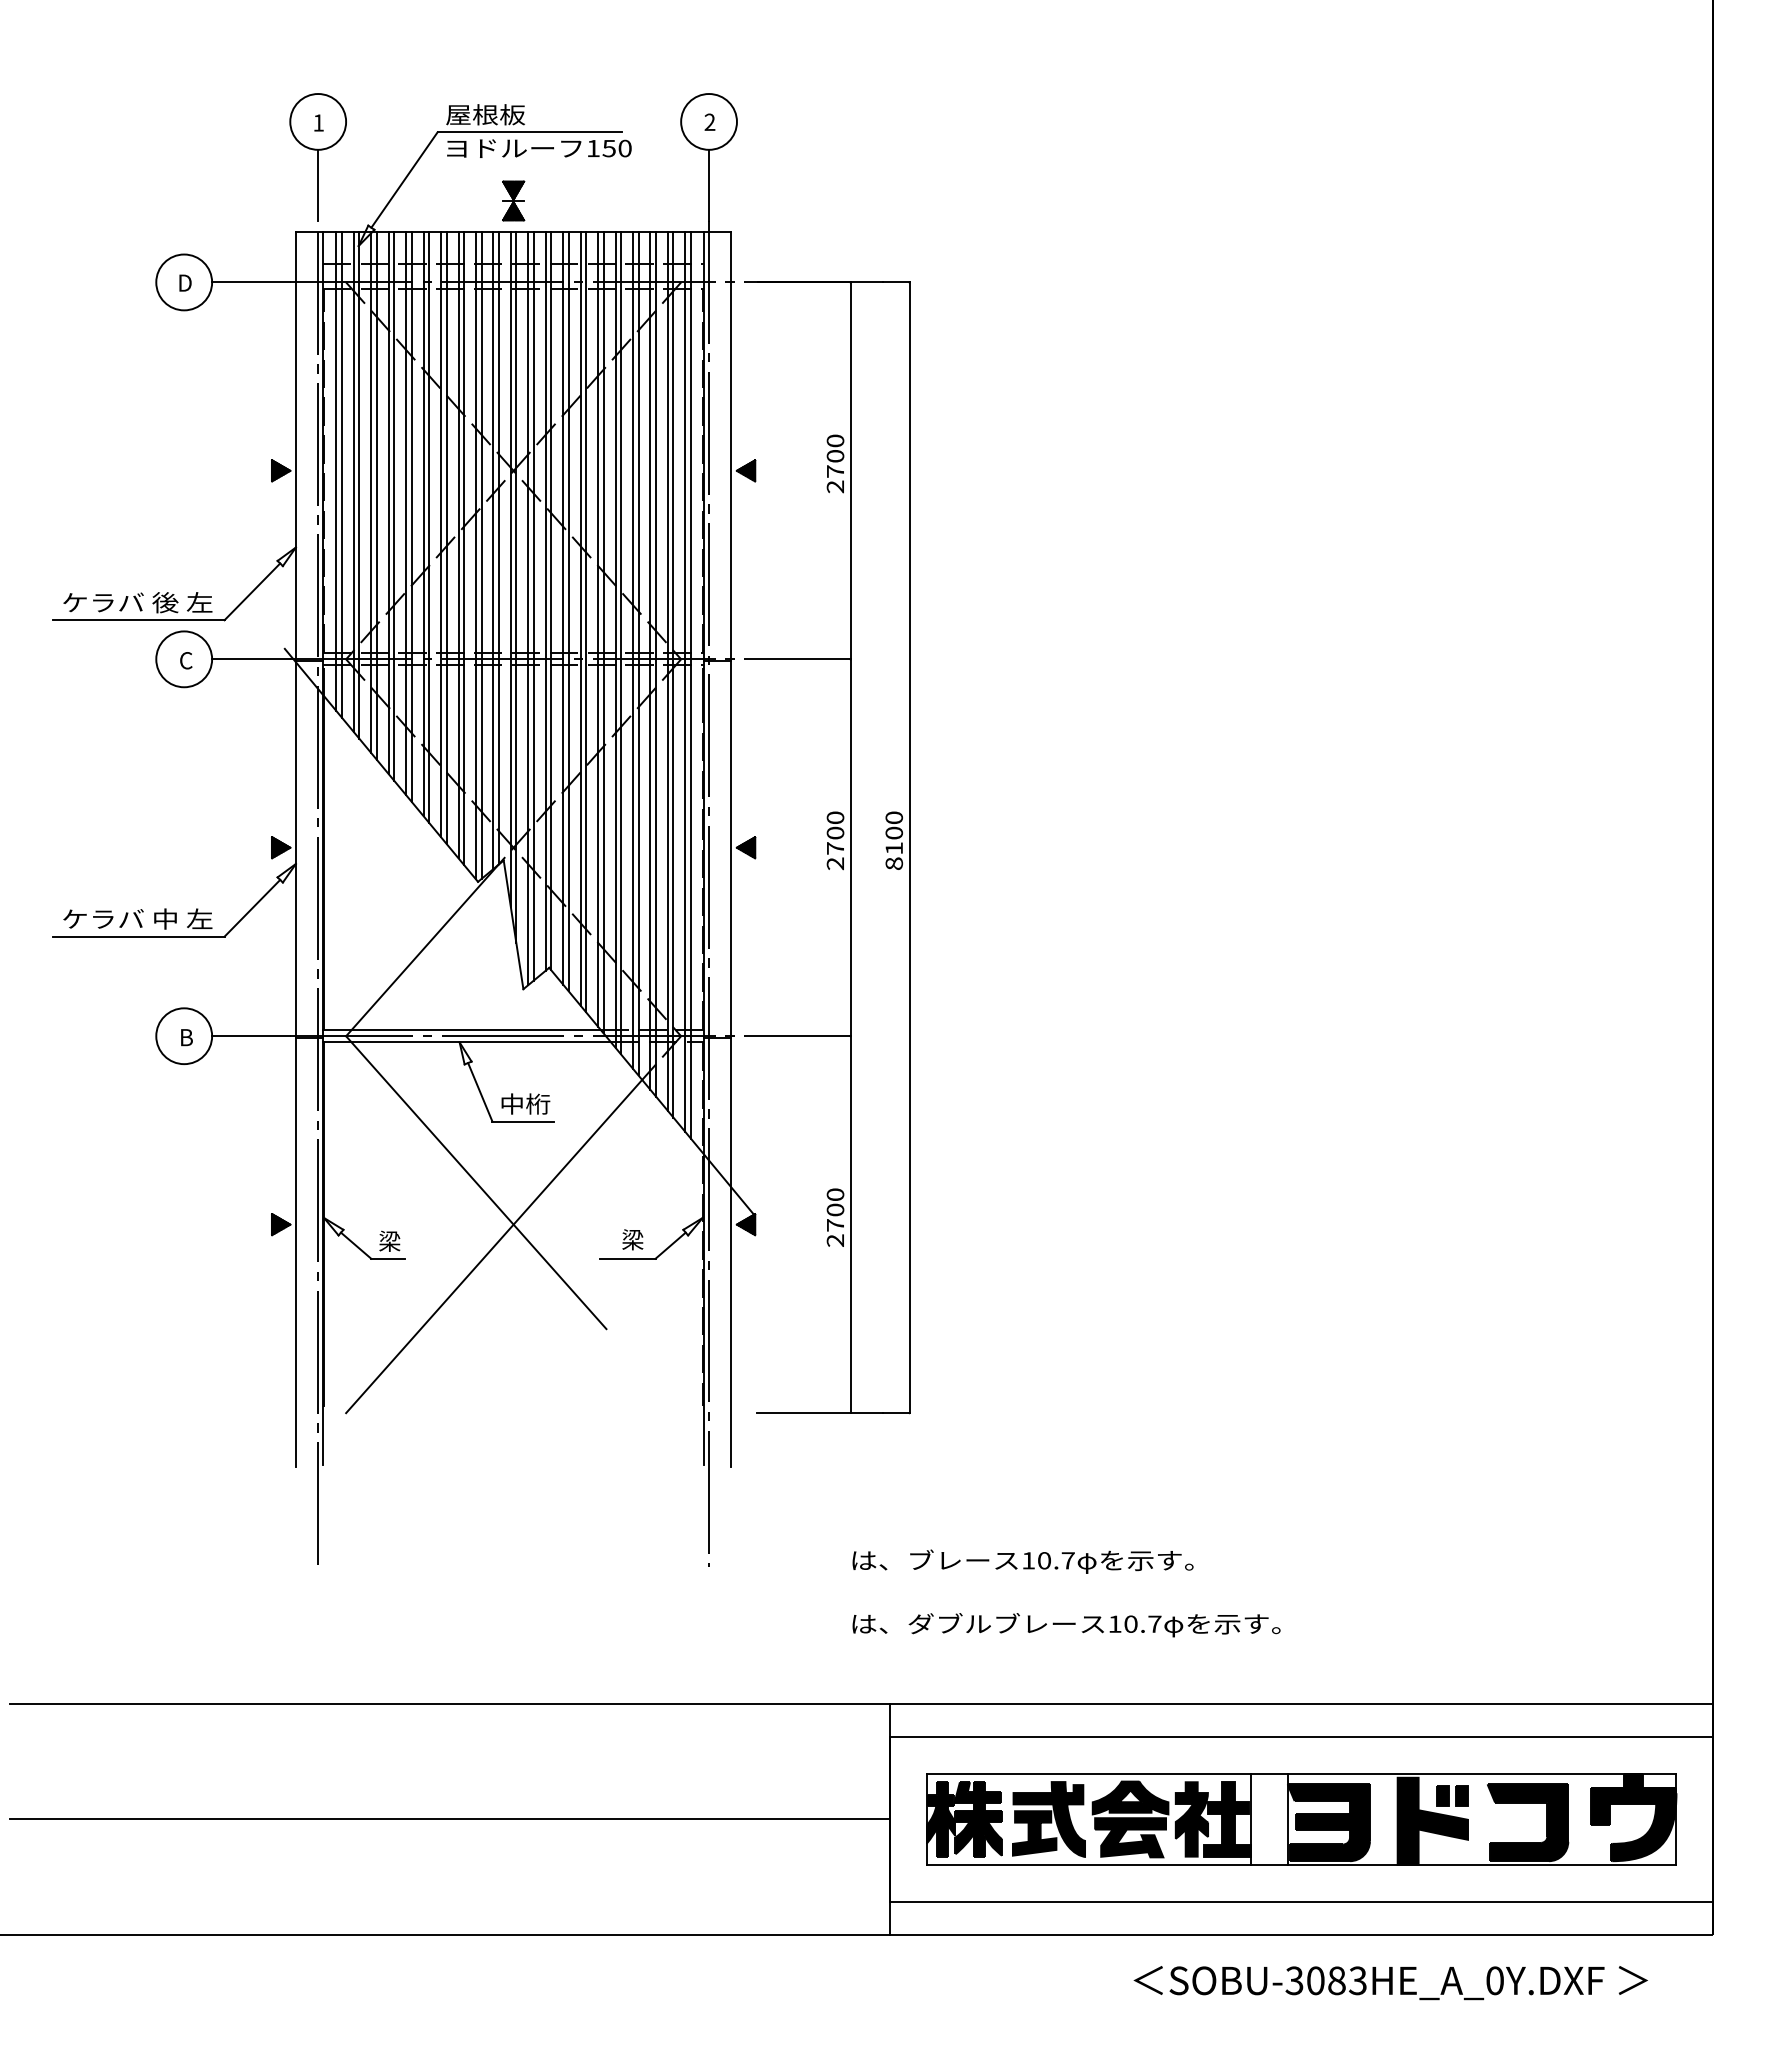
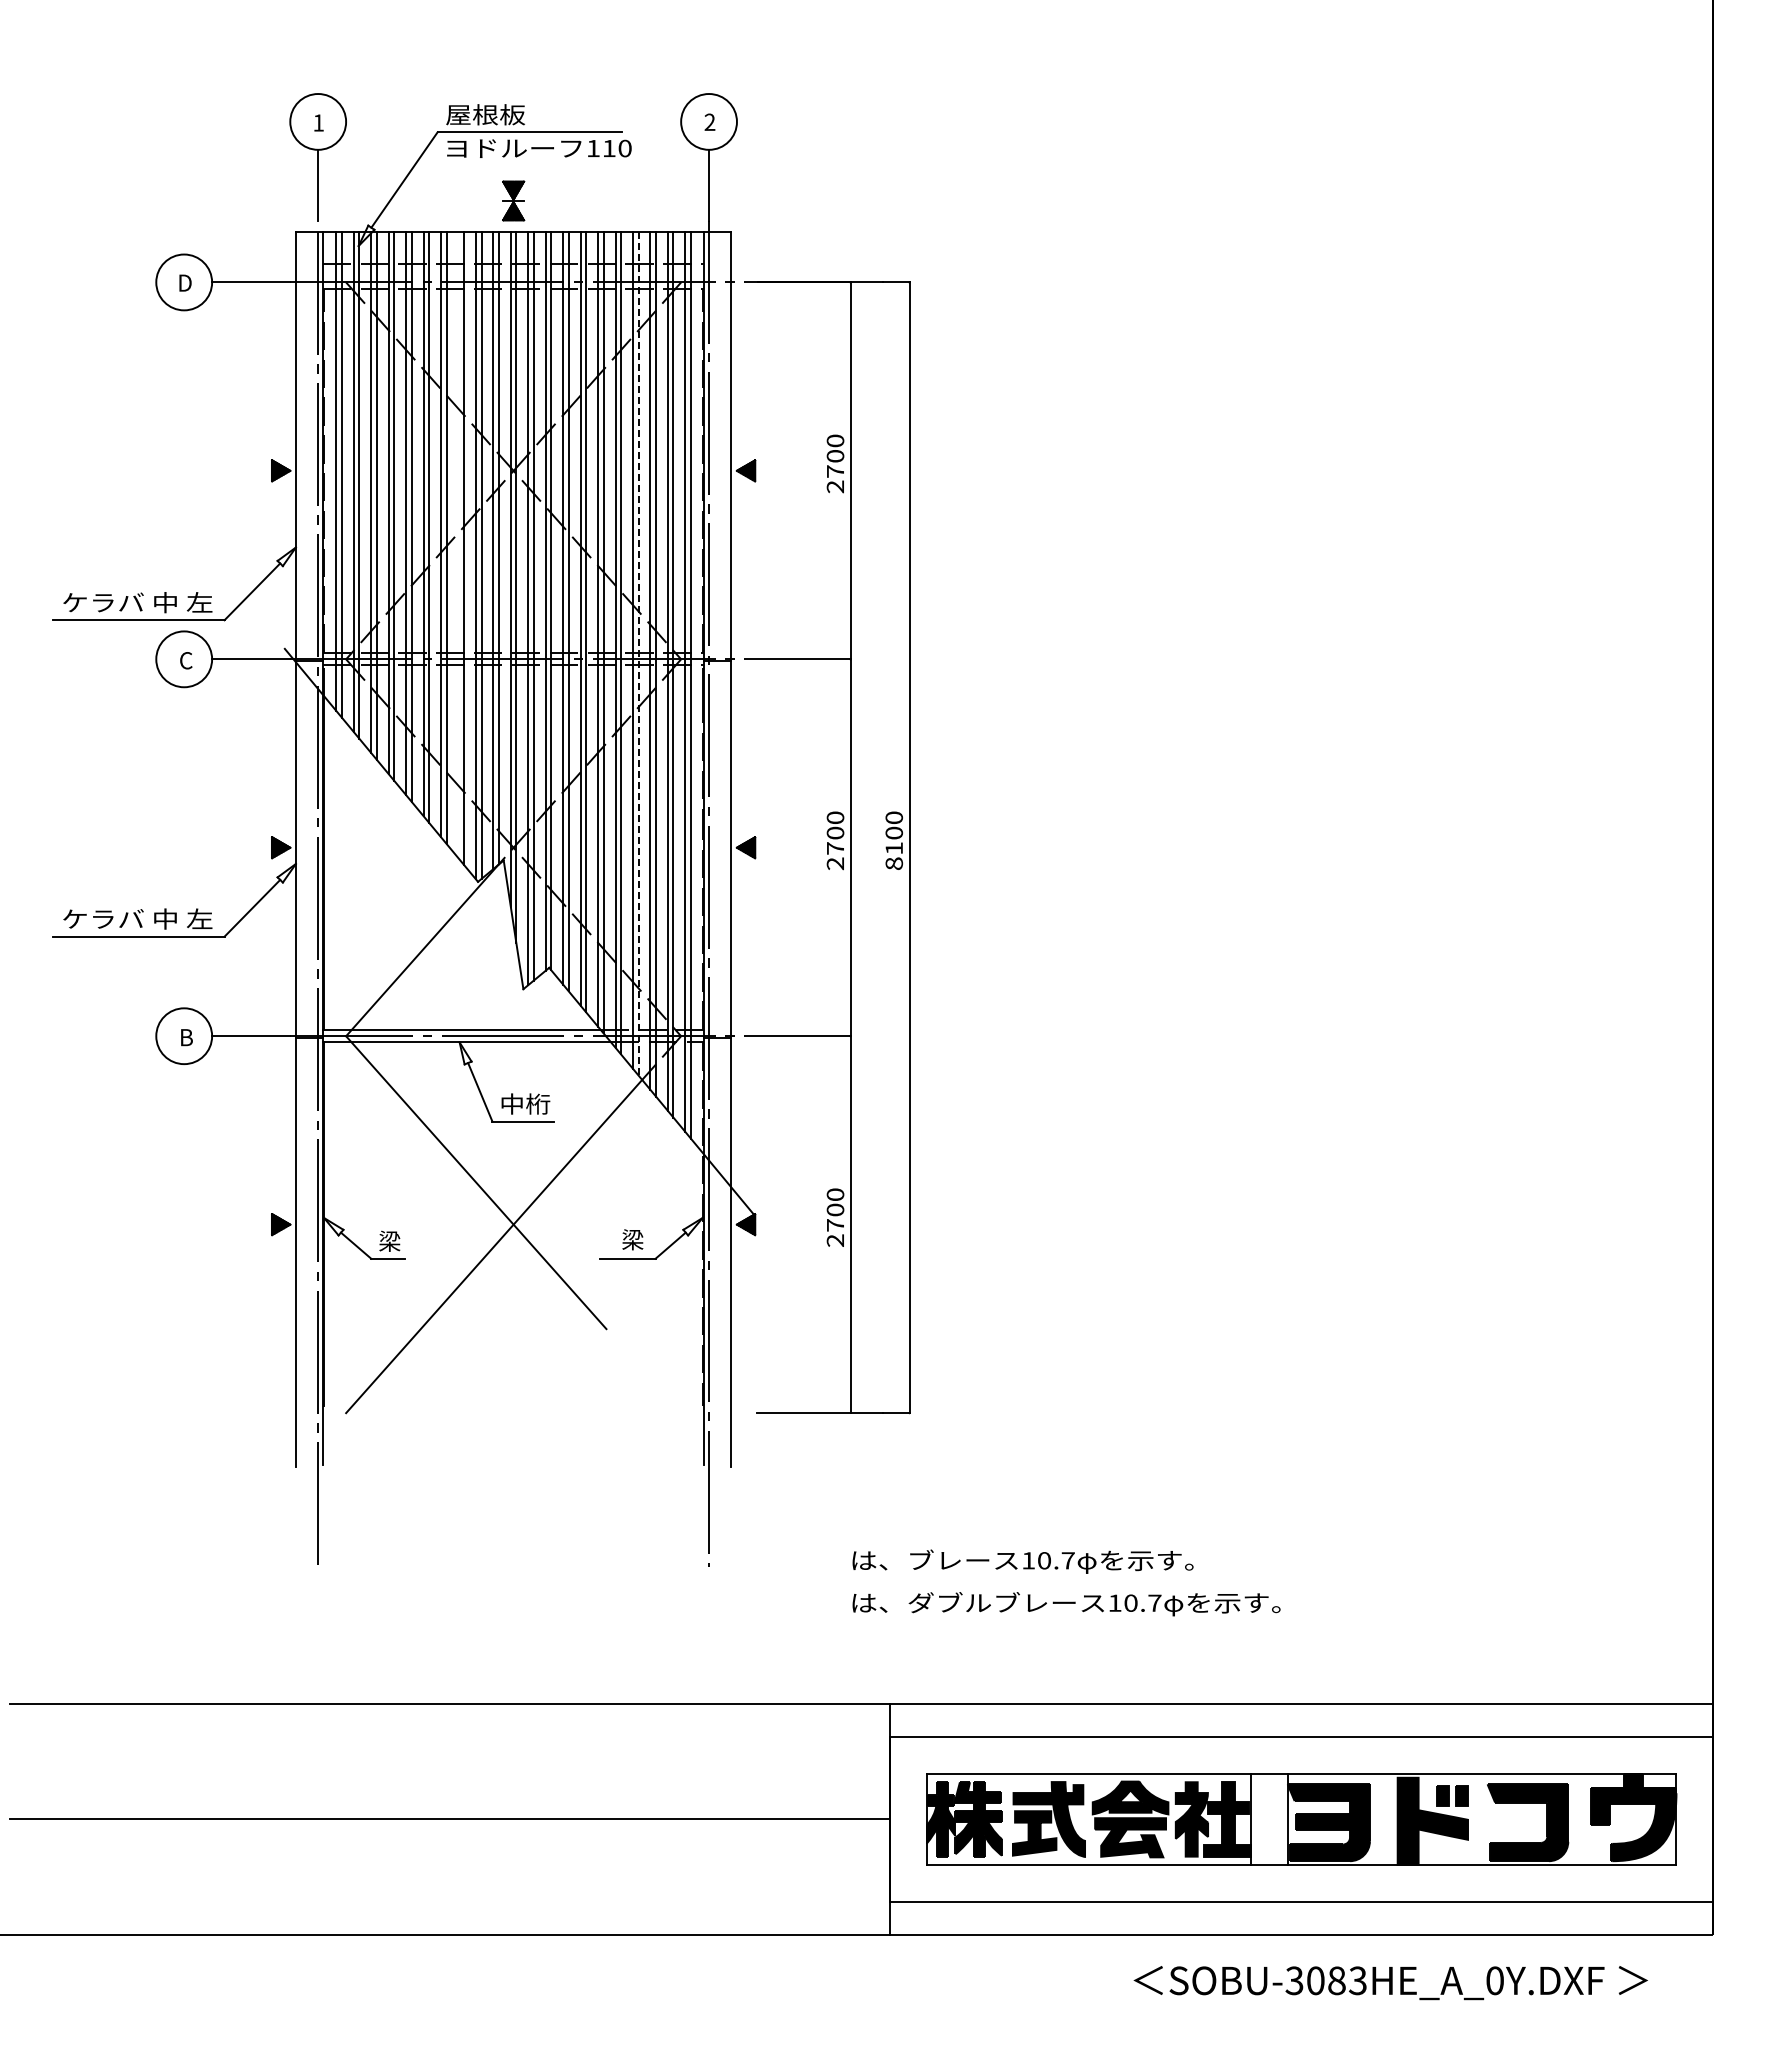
text at (608, 148): 150 -> 110
line at (458, 544): present -> none
text at (165, 602): ケラバ 後 左 -> ケラバ 中 左
line at (638, 653): solid -> dashed
text at (1066, 1625) position: (1066, 1625) -> (1066, 1604)
